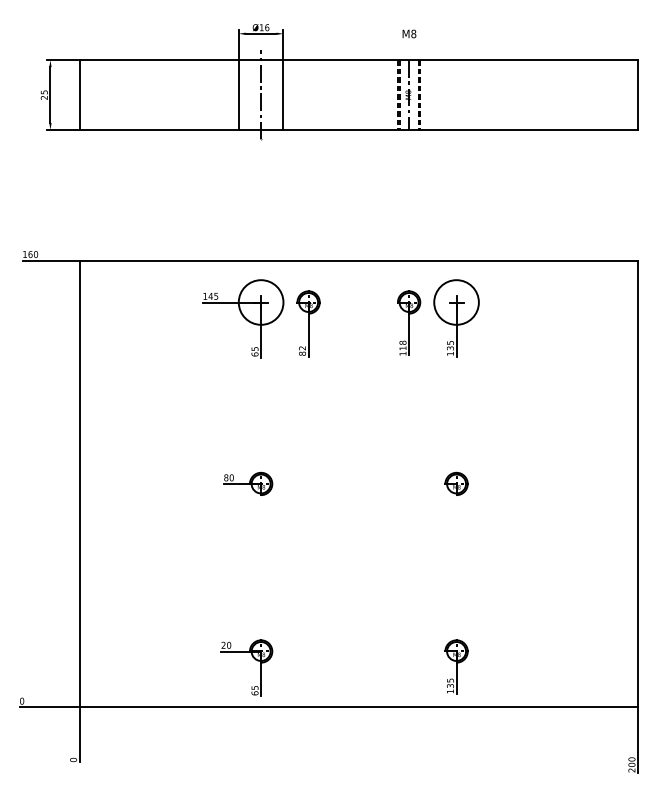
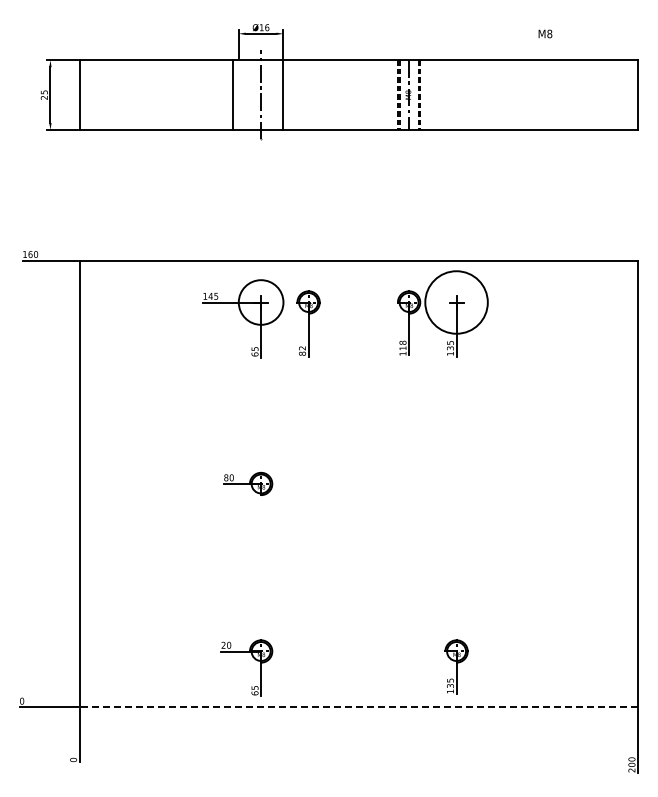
text at (409, 33) position: (409, 33) -> (545, 33)
line at (238, 95) position: (238, 95) -> (232, 95)
circle at (456, 302) diameter: 45 px -> 63 px
part at (456, 483): present -> none
line at (358, 707): solid -> dashed
